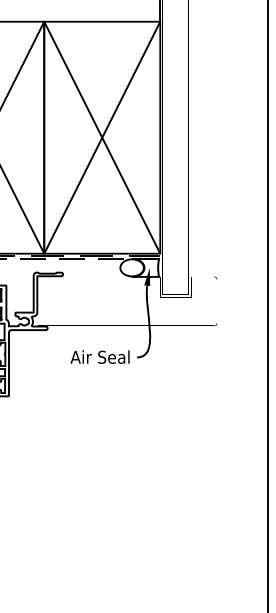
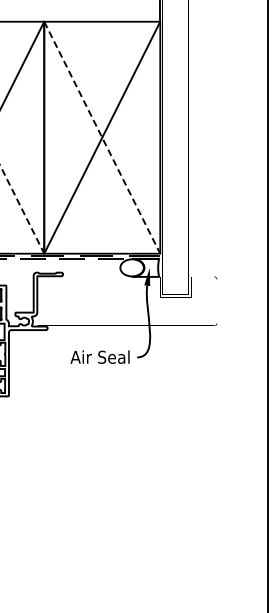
line at (102, 137): solid -> dashed
line at (22, 209): solid -> dashed
